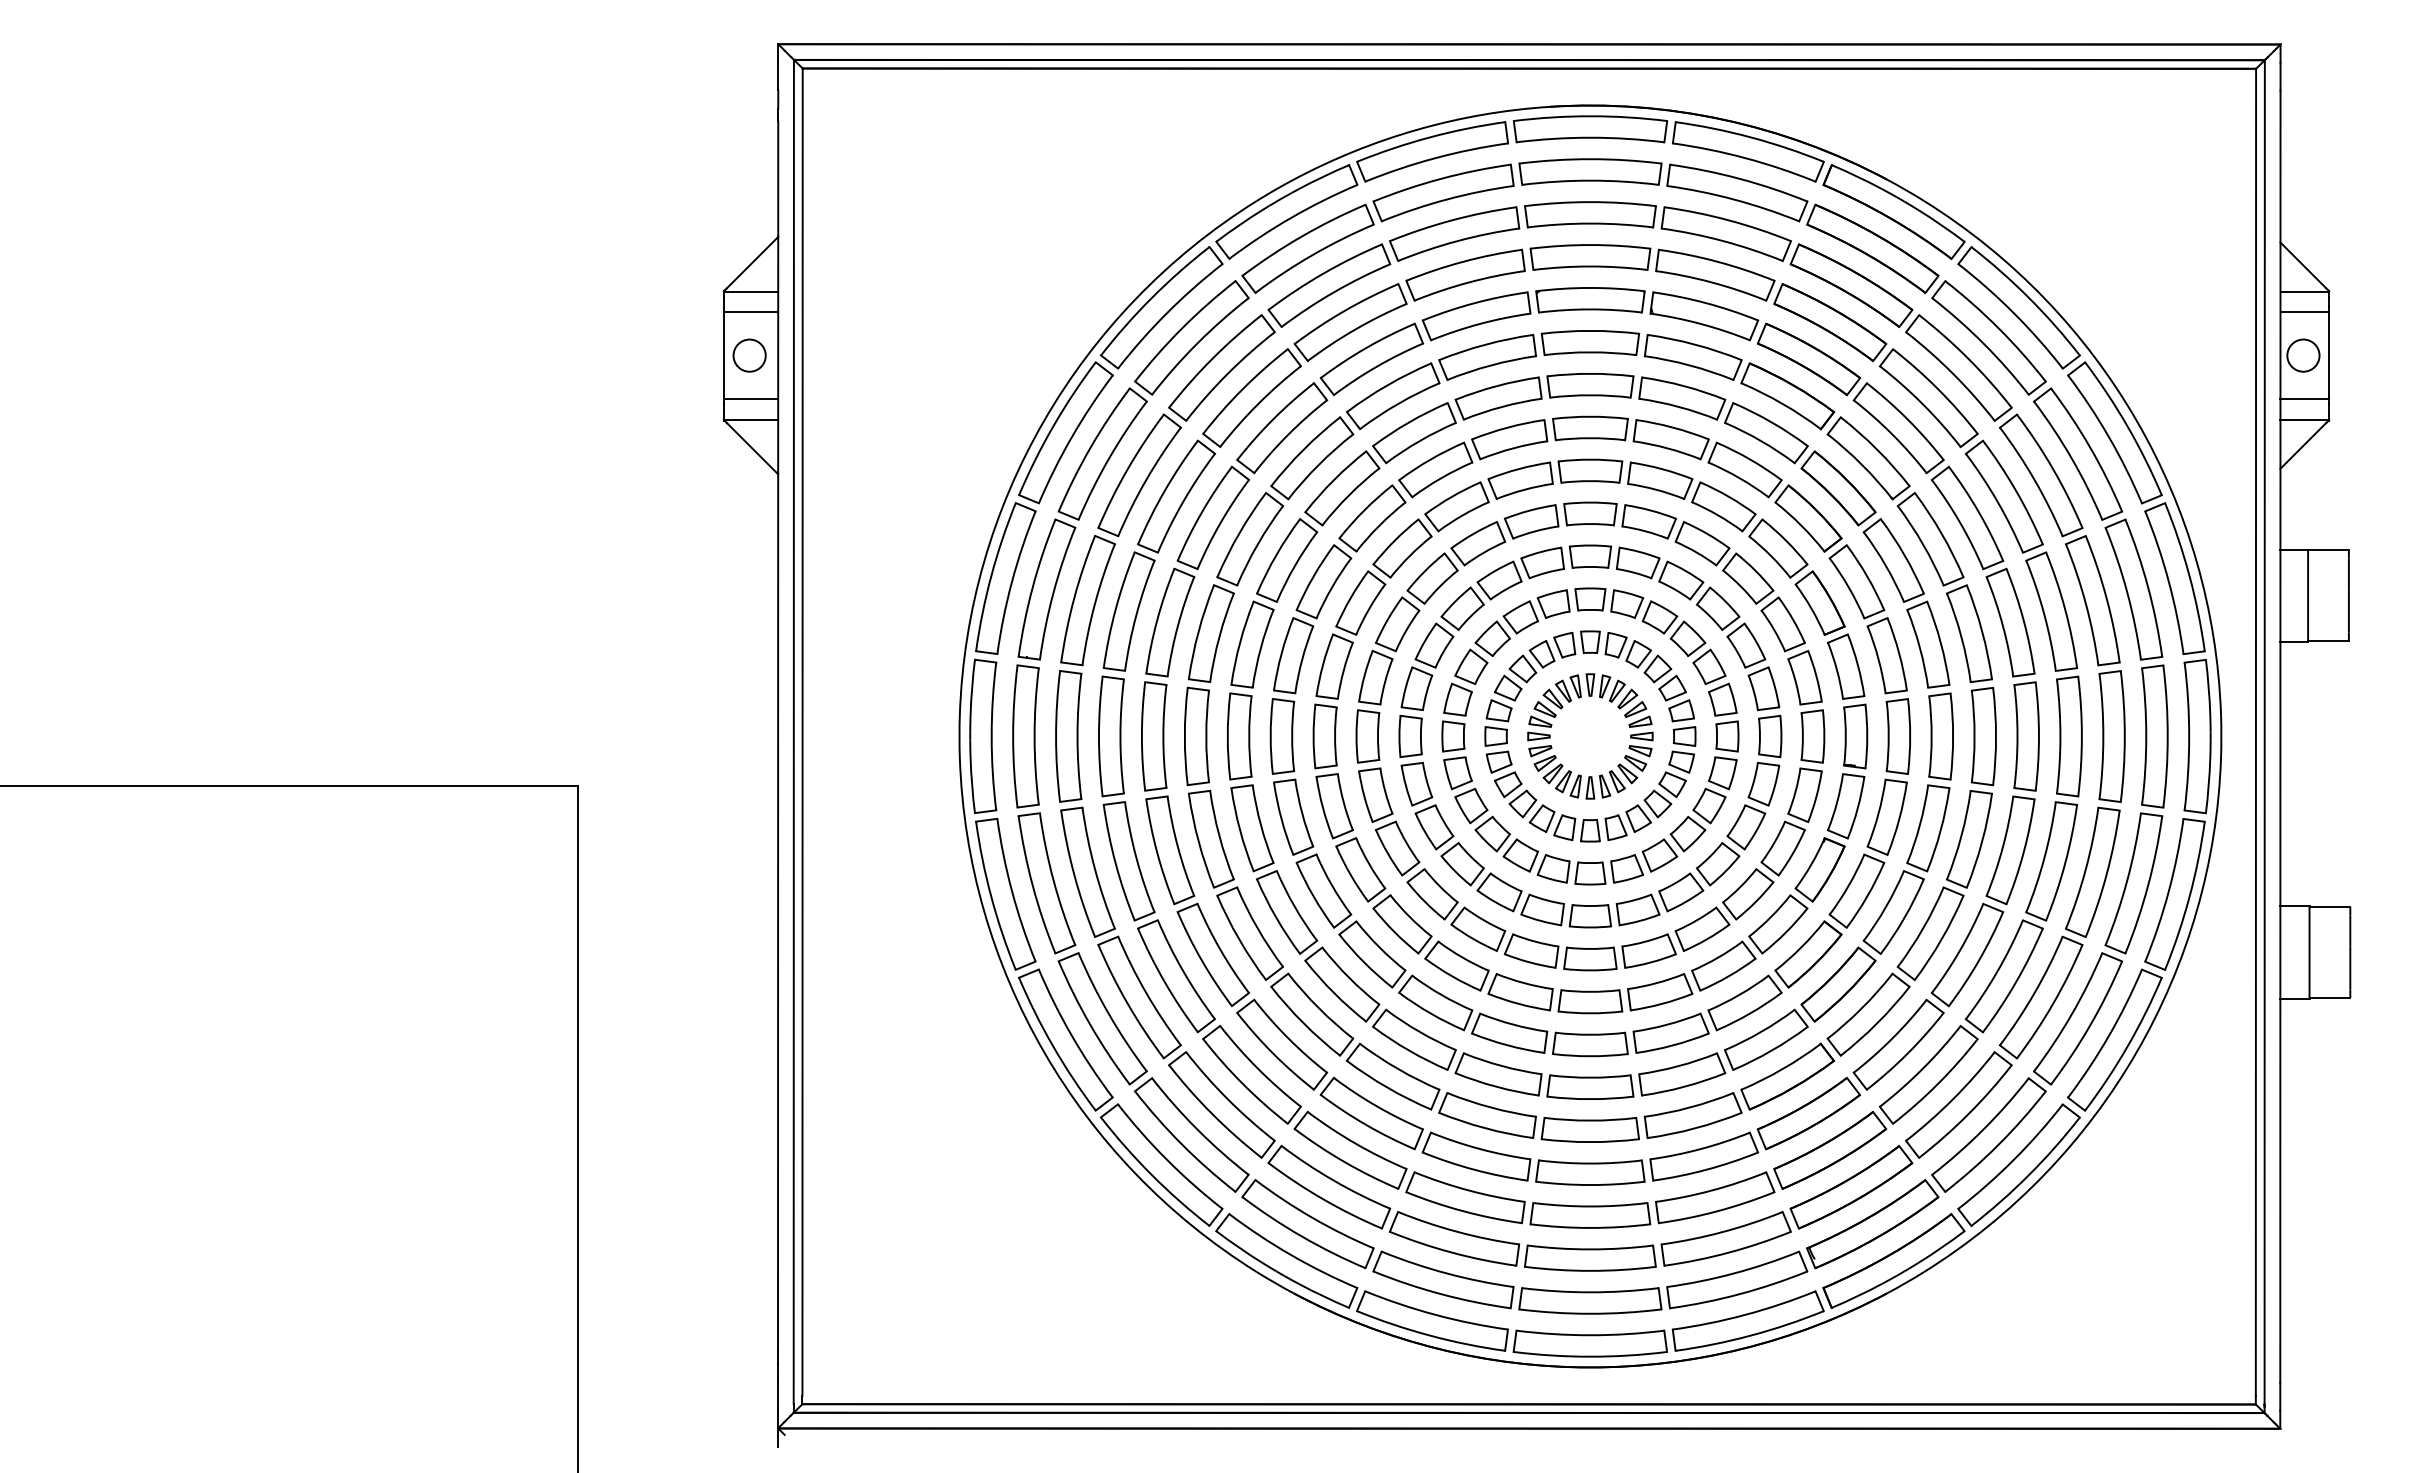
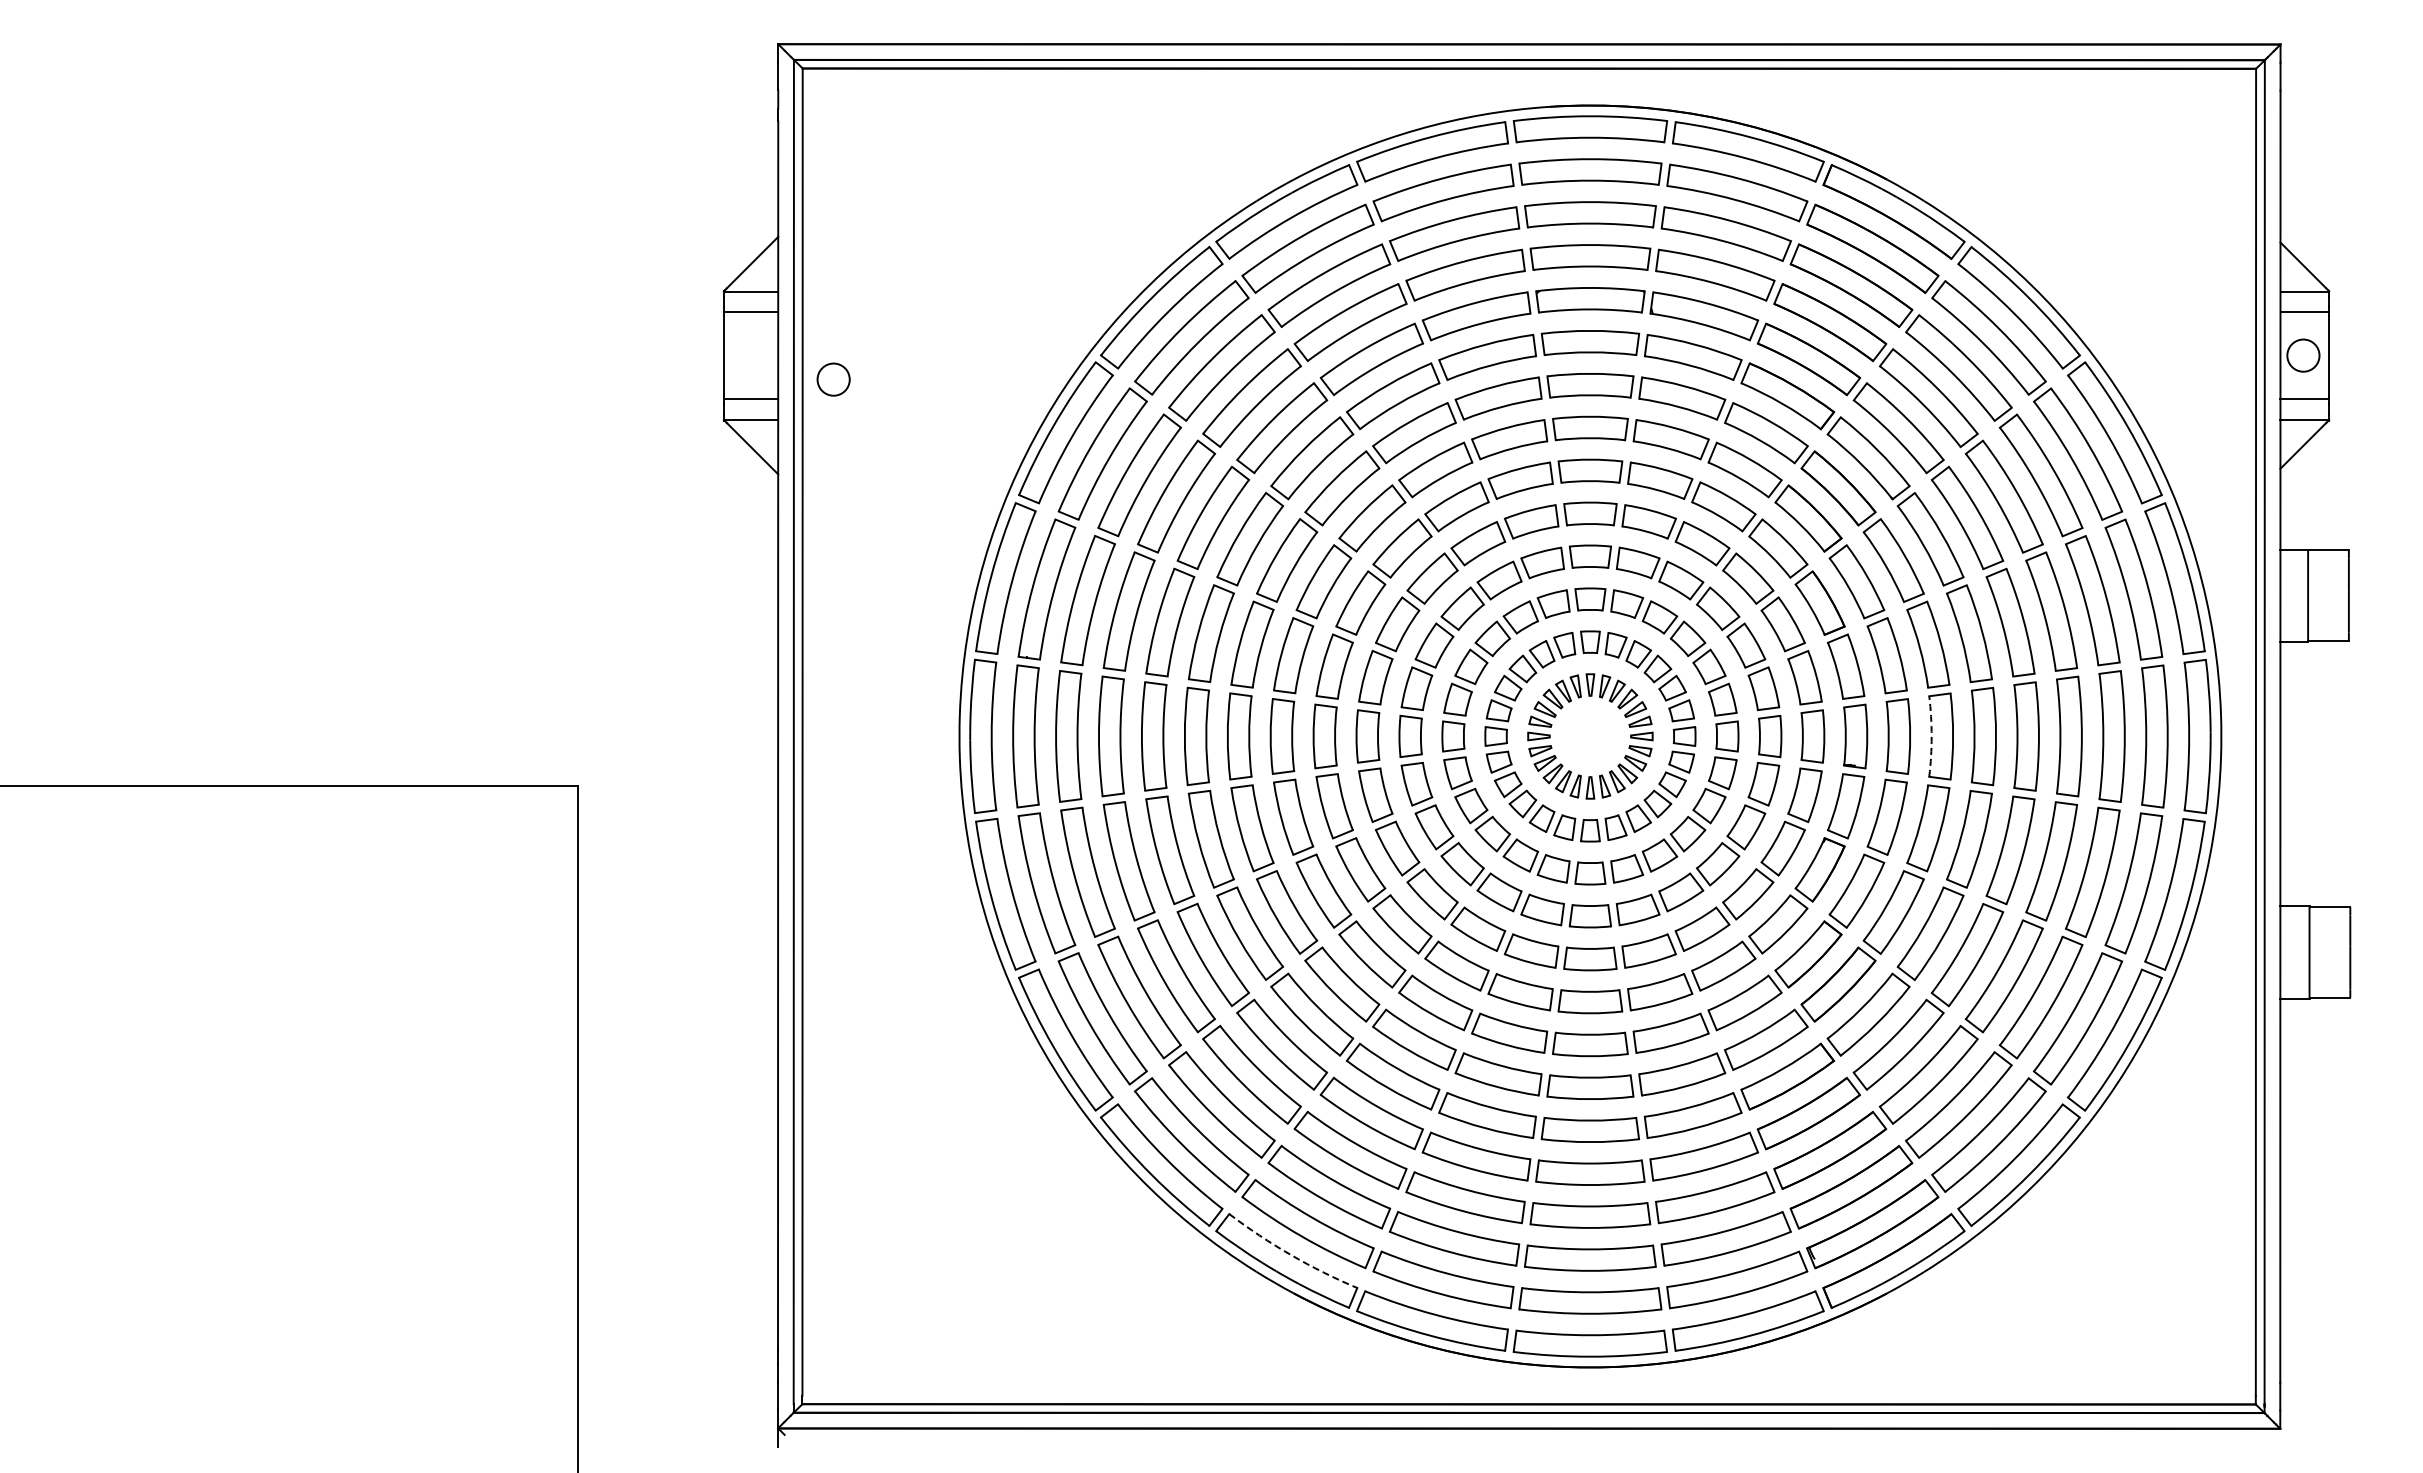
circle at (749, 355) position: (749, 355) -> (833, 379)
arc at (1931, 736): solid -> dashed
arc at (1291, 1255): solid -> dashed
